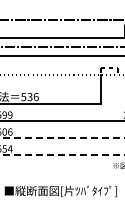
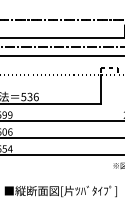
line at (62, 138): dashed -> solid
line at (62, 155): dashed -> solid
